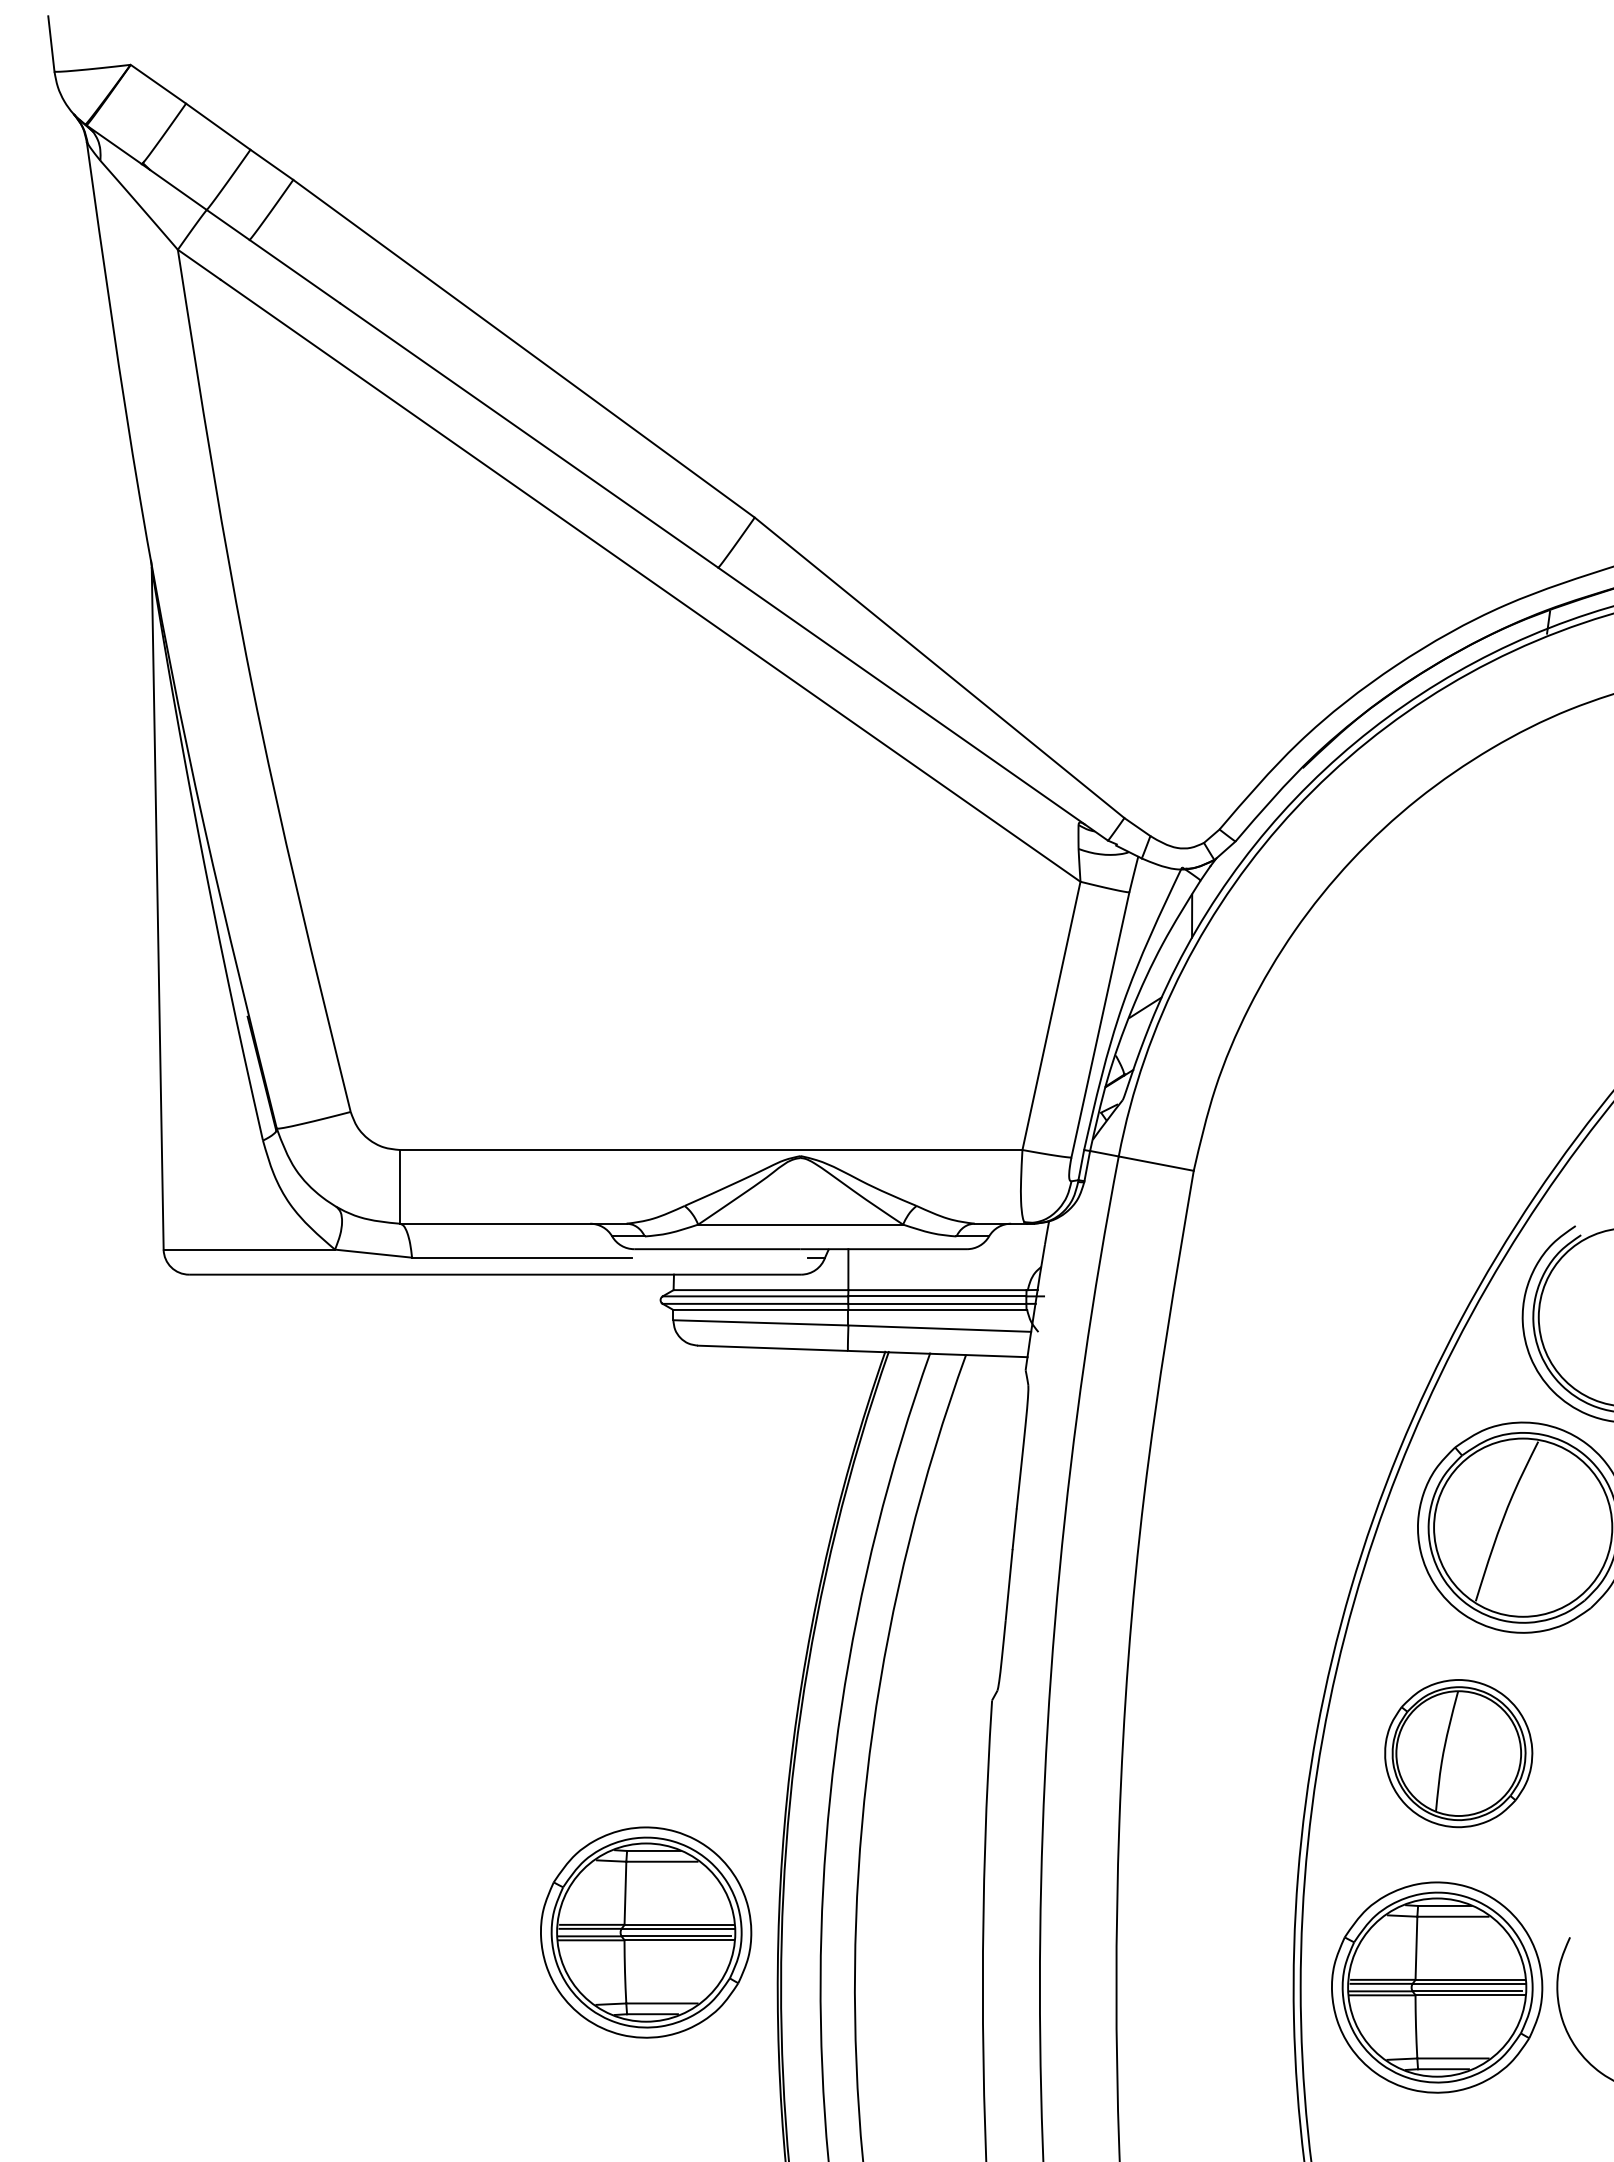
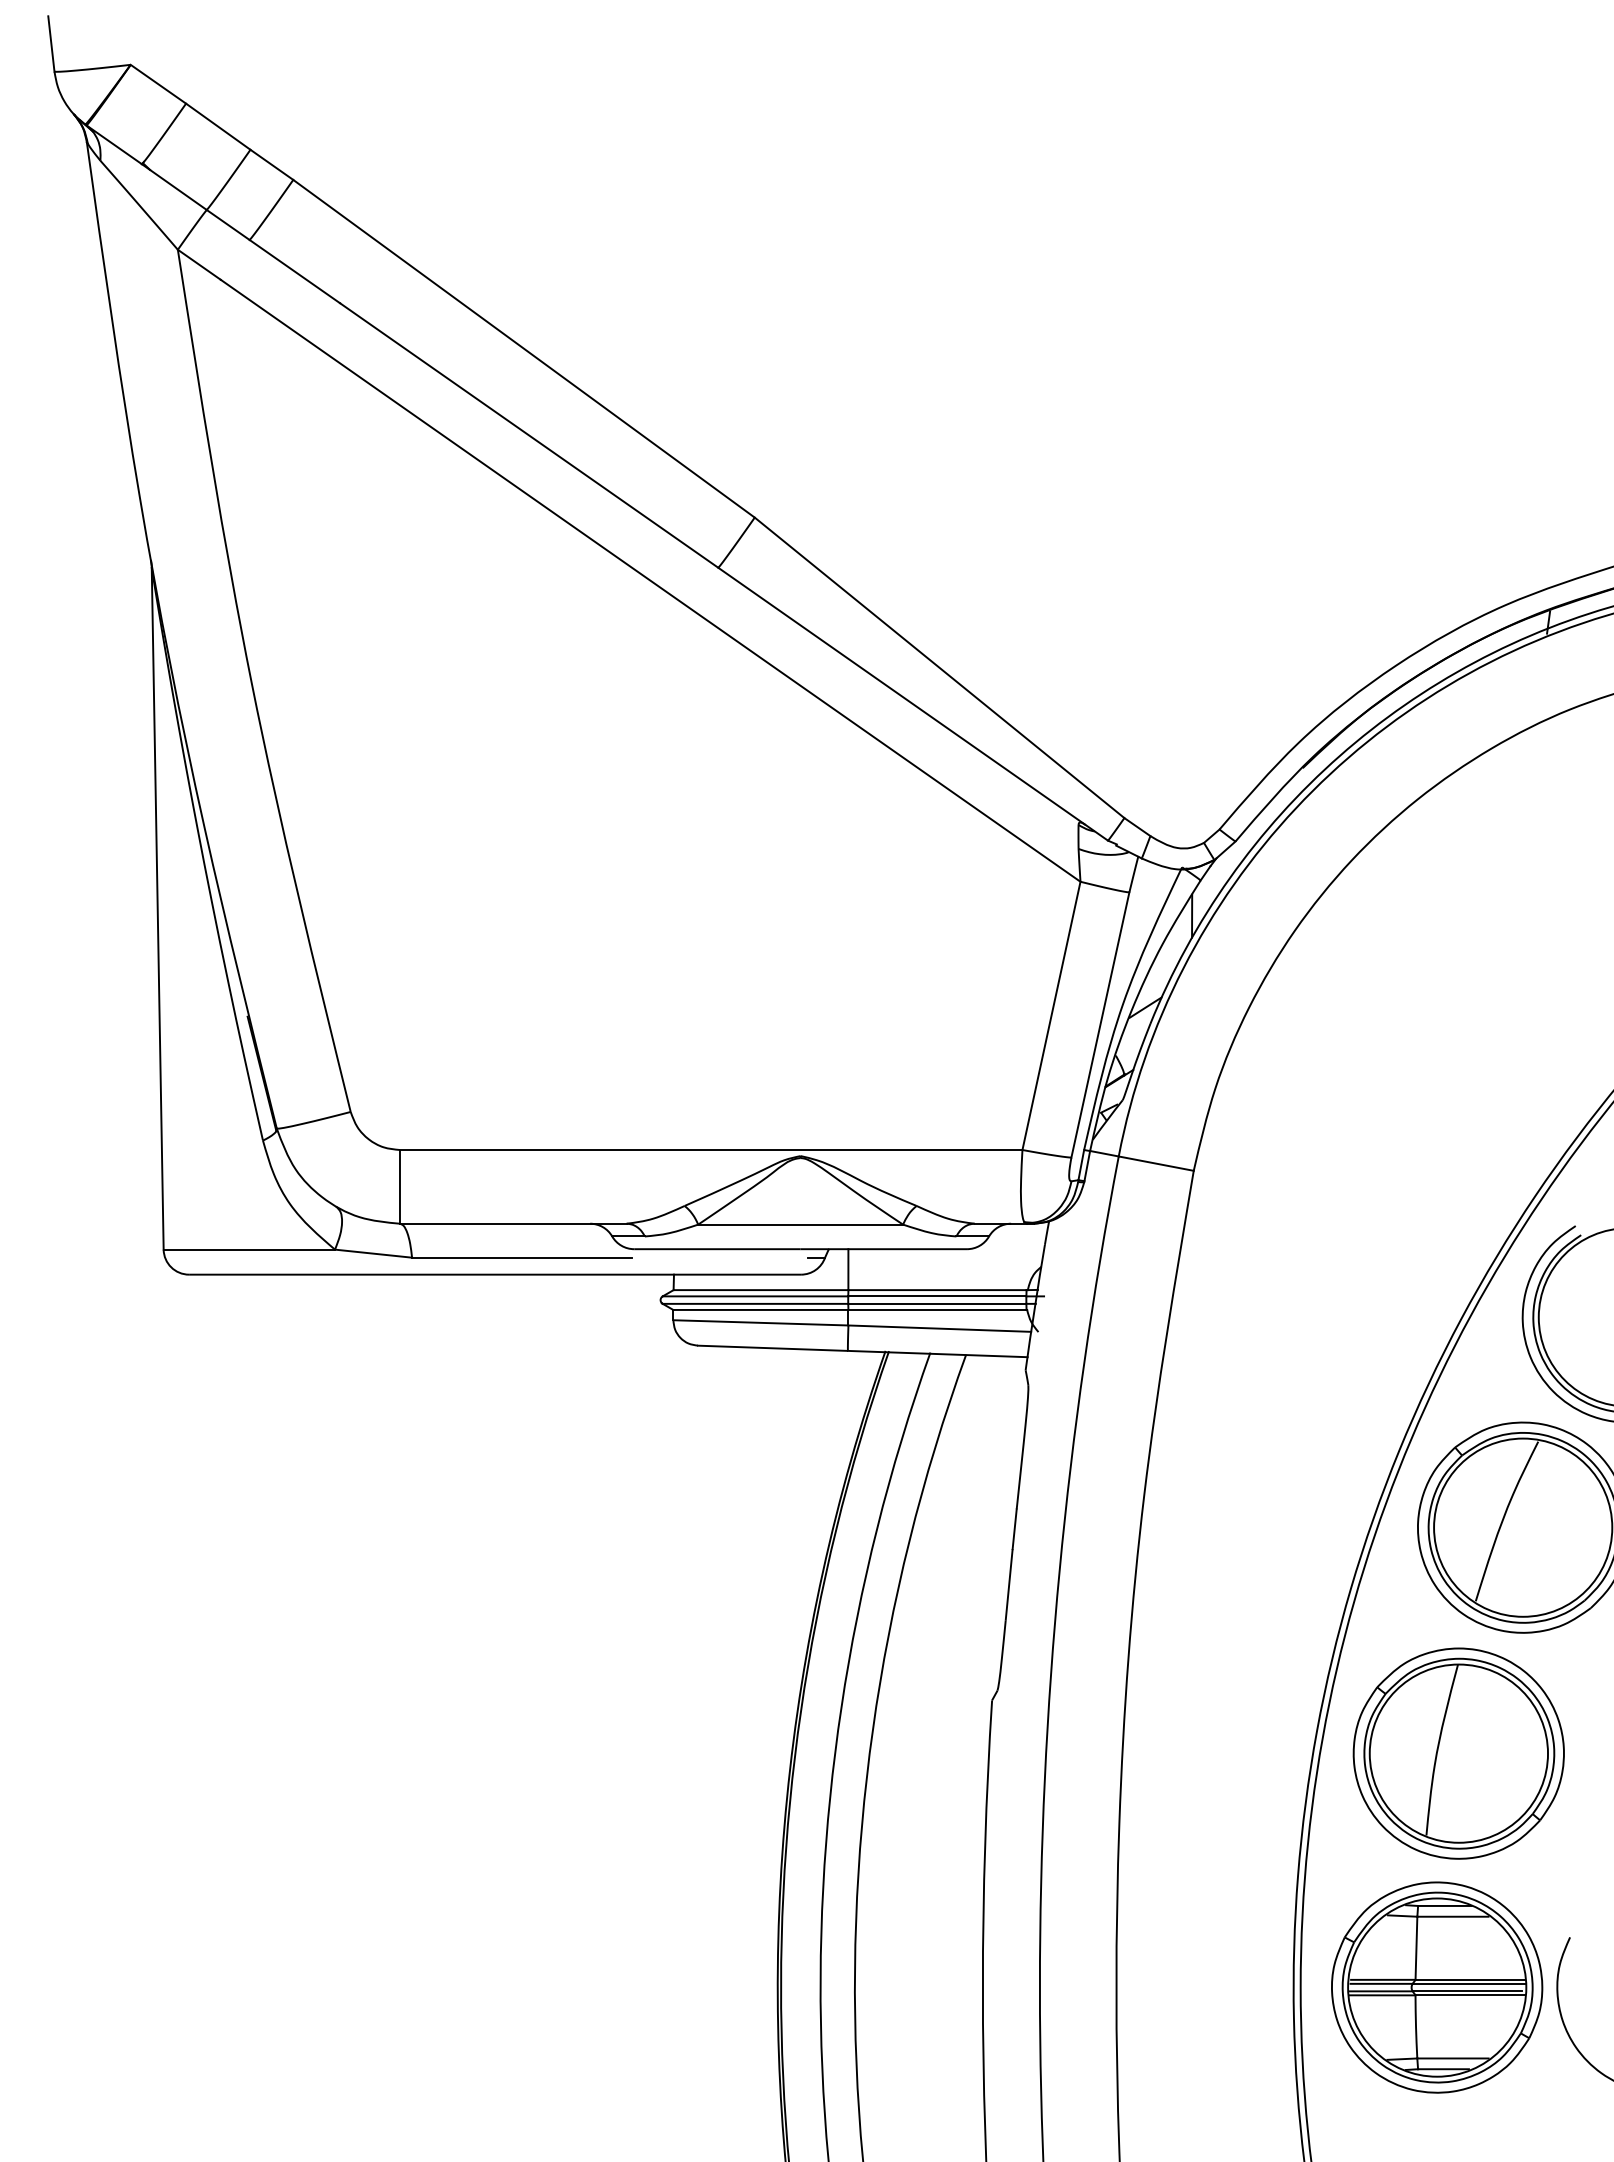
part at (1458, 1753) size: 150x150 px -> 213x213 px
part at (646, 1932): present -> none
